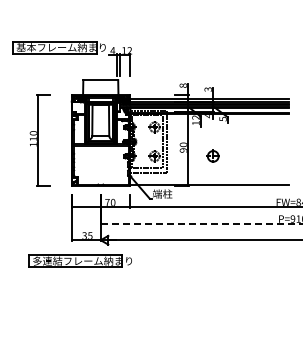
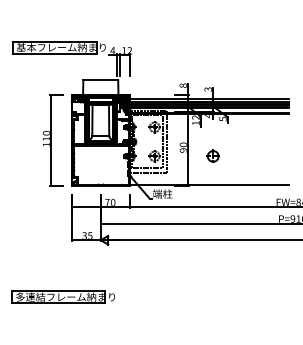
part at (39, 140) position: (39, 140) -> (52, 140)
line at (201, 223): dashed -> solid
part at (79, 260) position: (79, 260) -> (62, 296)
